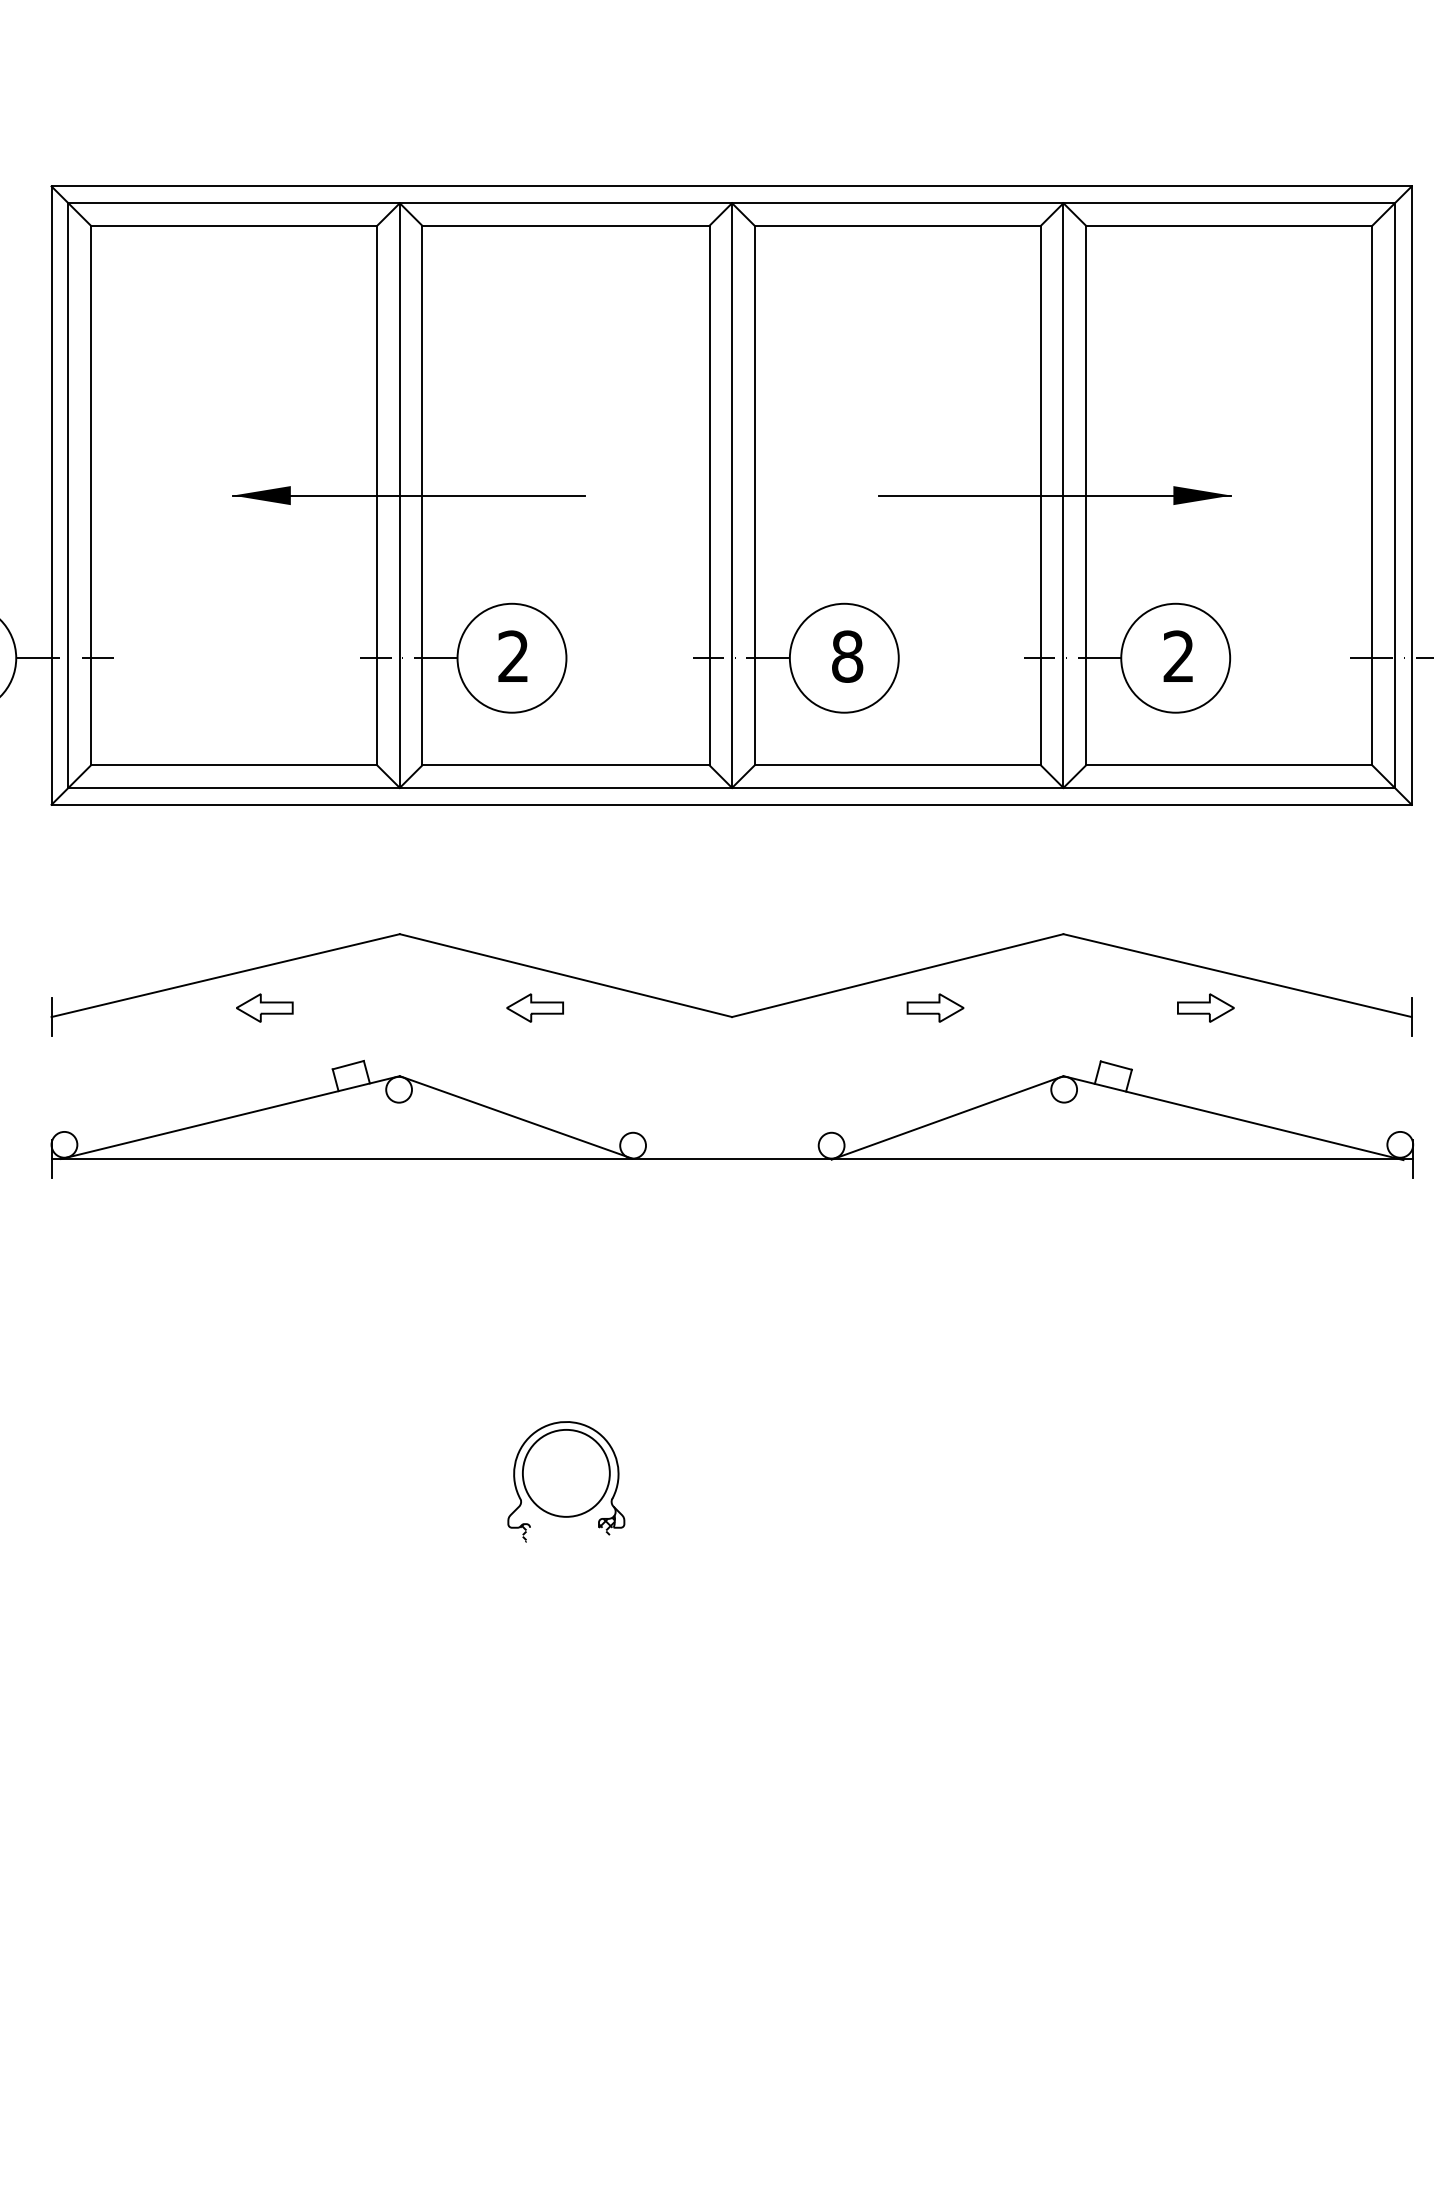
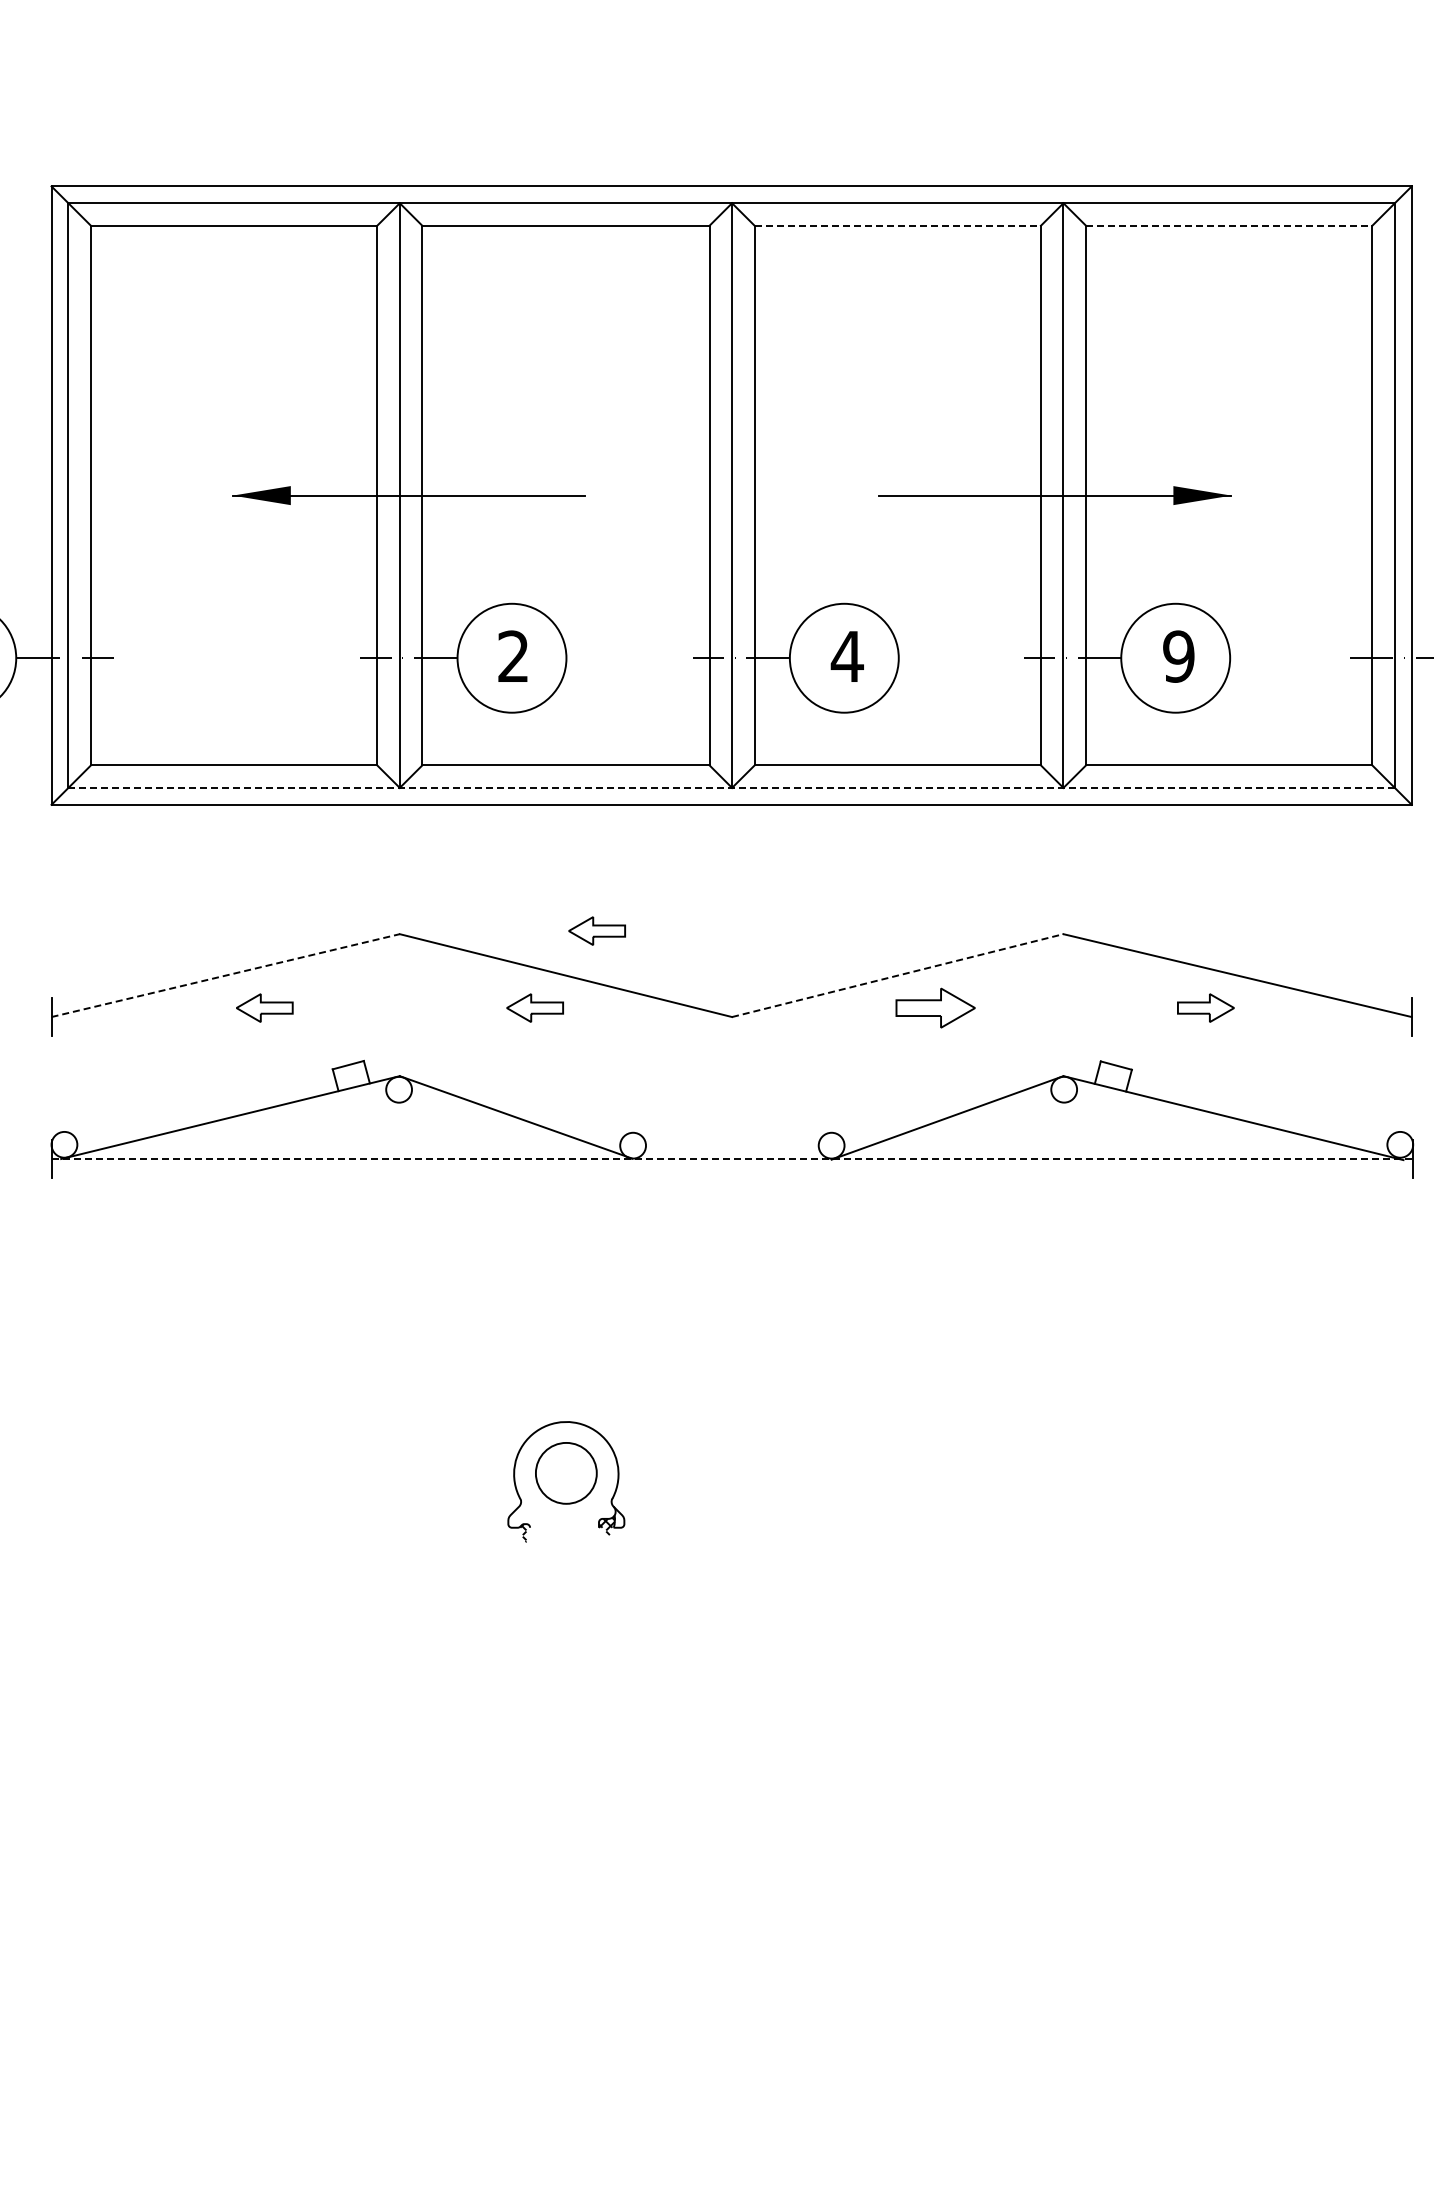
line at (898, 225): solid -> dashed
line at (1229, 225): solid -> dashed
text at (846, 656): 8 -> 4
text at (1178, 656): 2 -> 9
line at (731, 787): solid -> dashed
part at (596, 930): none -> present
line at (226, 975): solid -> dashed
line at (897, 975): solid -> dashed
part at (935, 1007) size: 59x30 px -> 81x42 px
line at (732, 1159): solid -> dashed
circle at (565, 1472) diameter: 87 px -> 61 px
